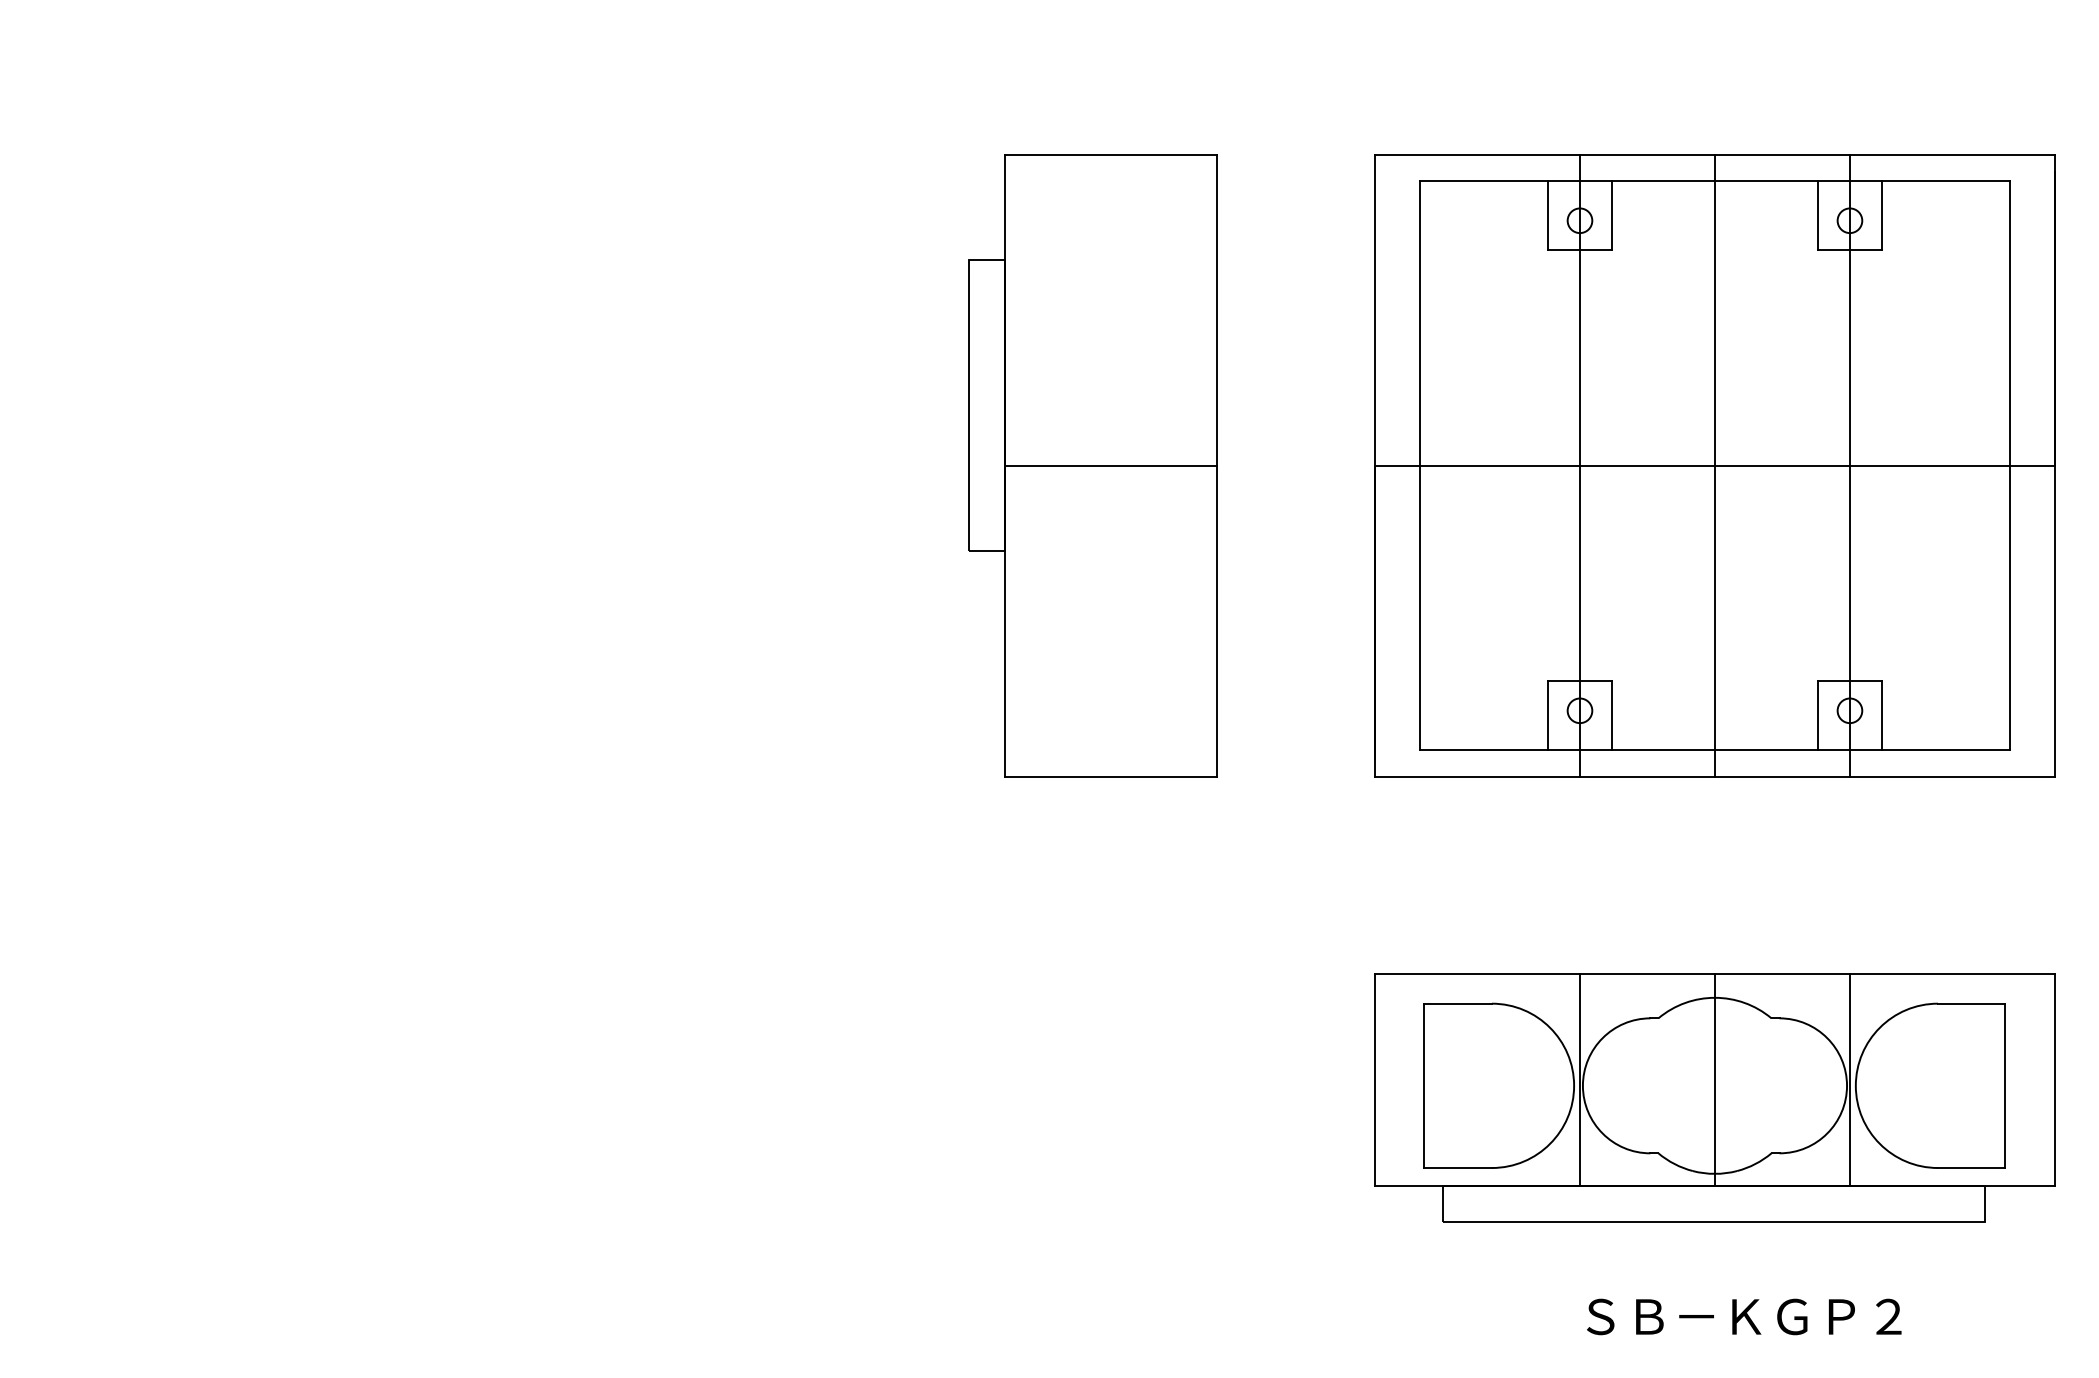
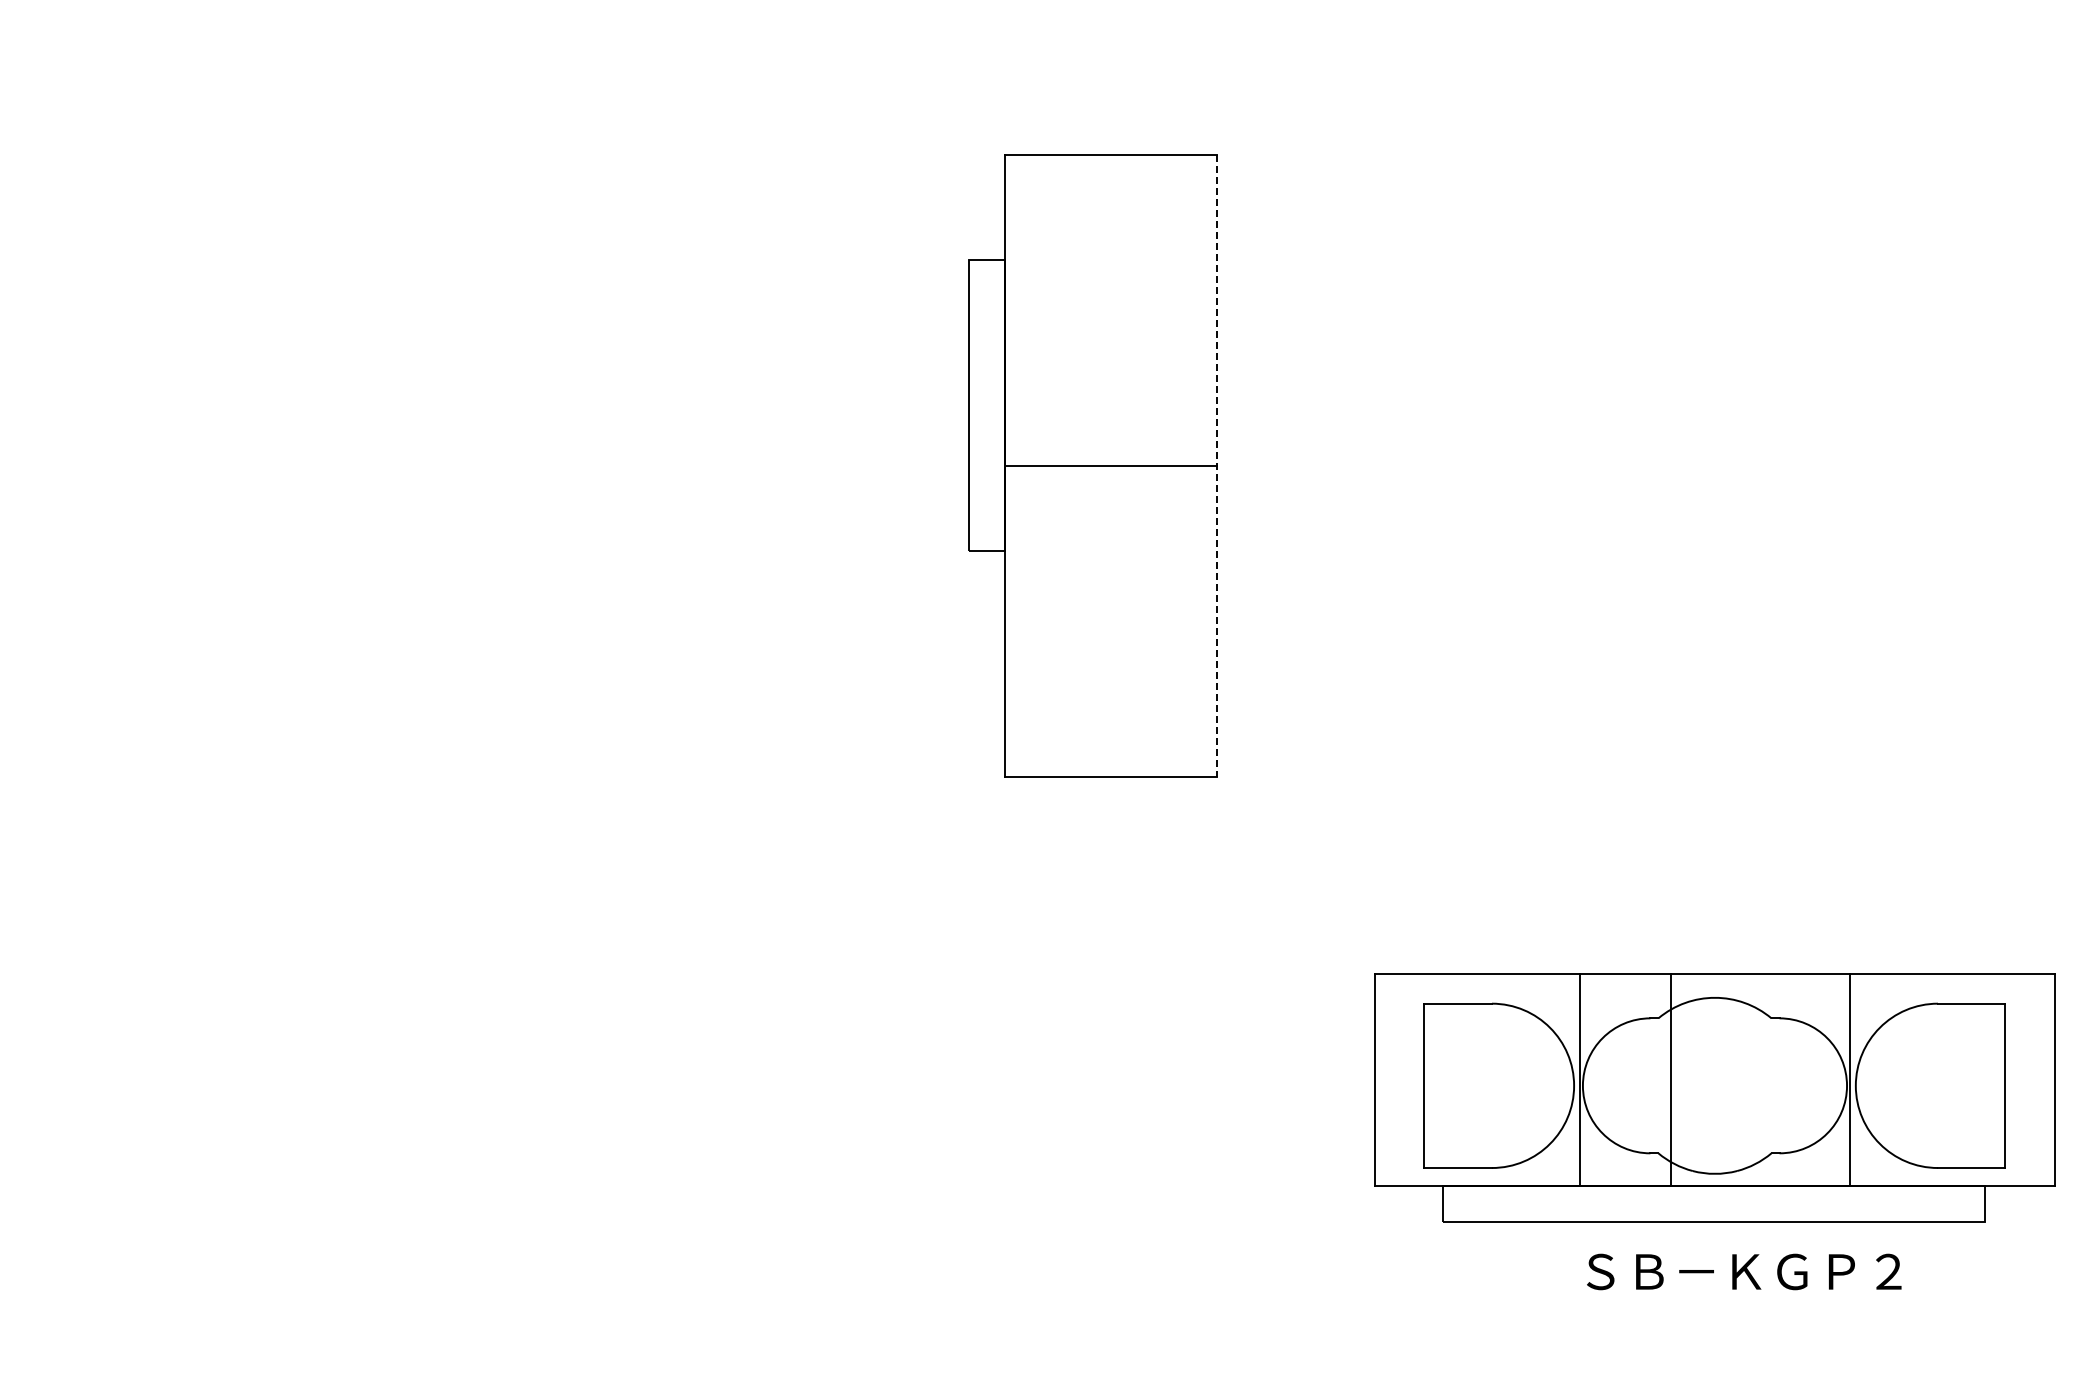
part at (1714, 465): present -> none
line at (1216, 466): solid -> dashed
line at (1714, 1079) position: (1714, 1079) -> (1670, 1079)
text at (1744, 1316) position: (1744, 1316) -> (1744, 1271)
